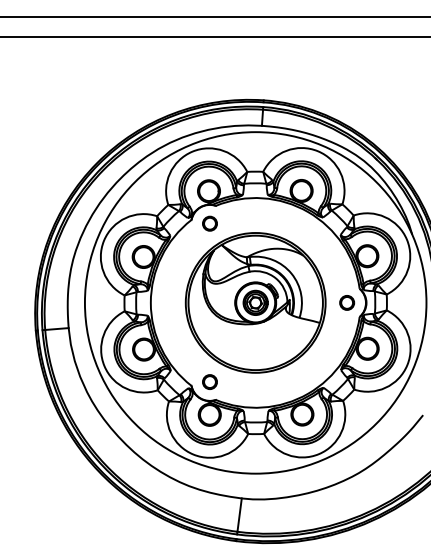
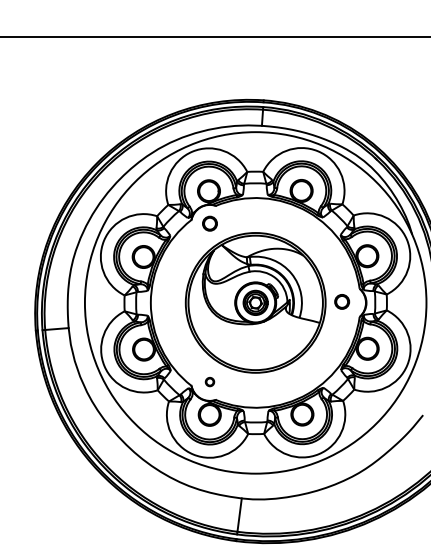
line at (214, 16): present -> none
circle at (347, 302) position: (347, 302) -> (342, 301)
circle at (209, 381) size: 16x16 px -> 12x11 px
